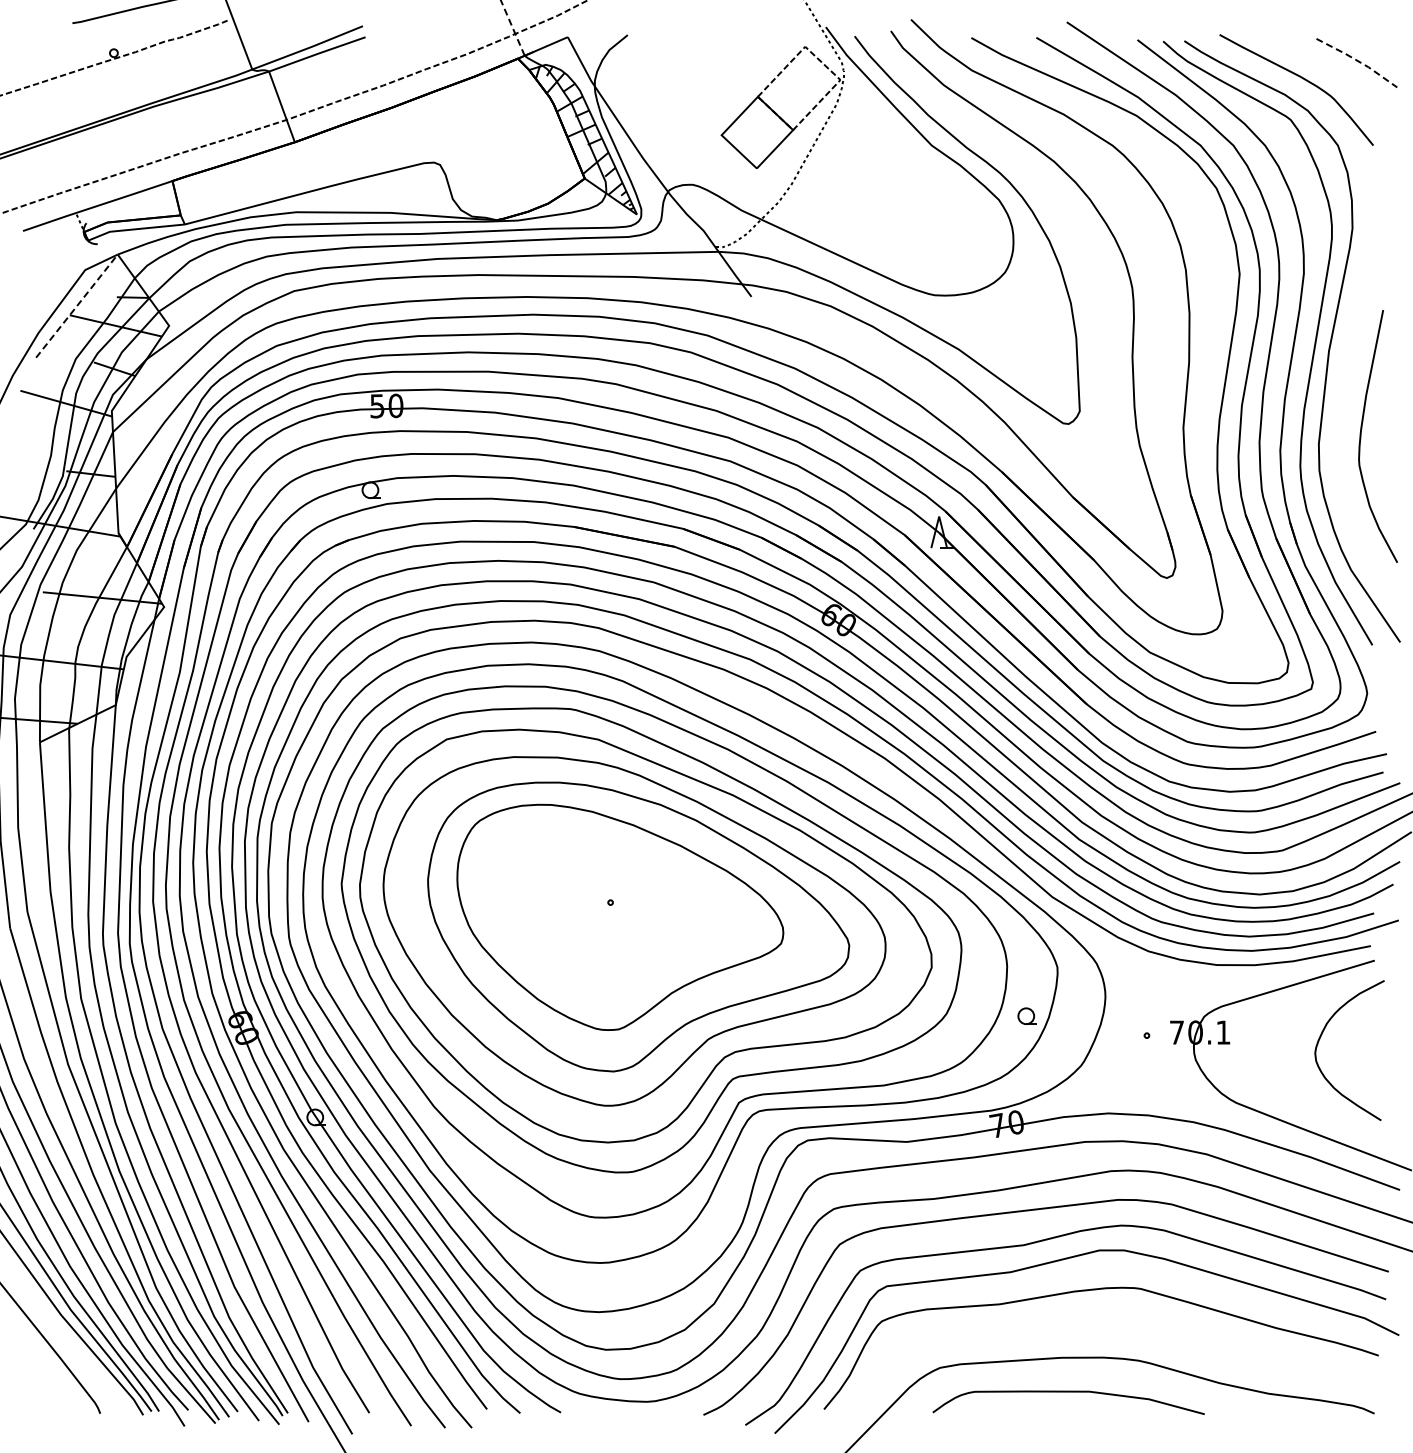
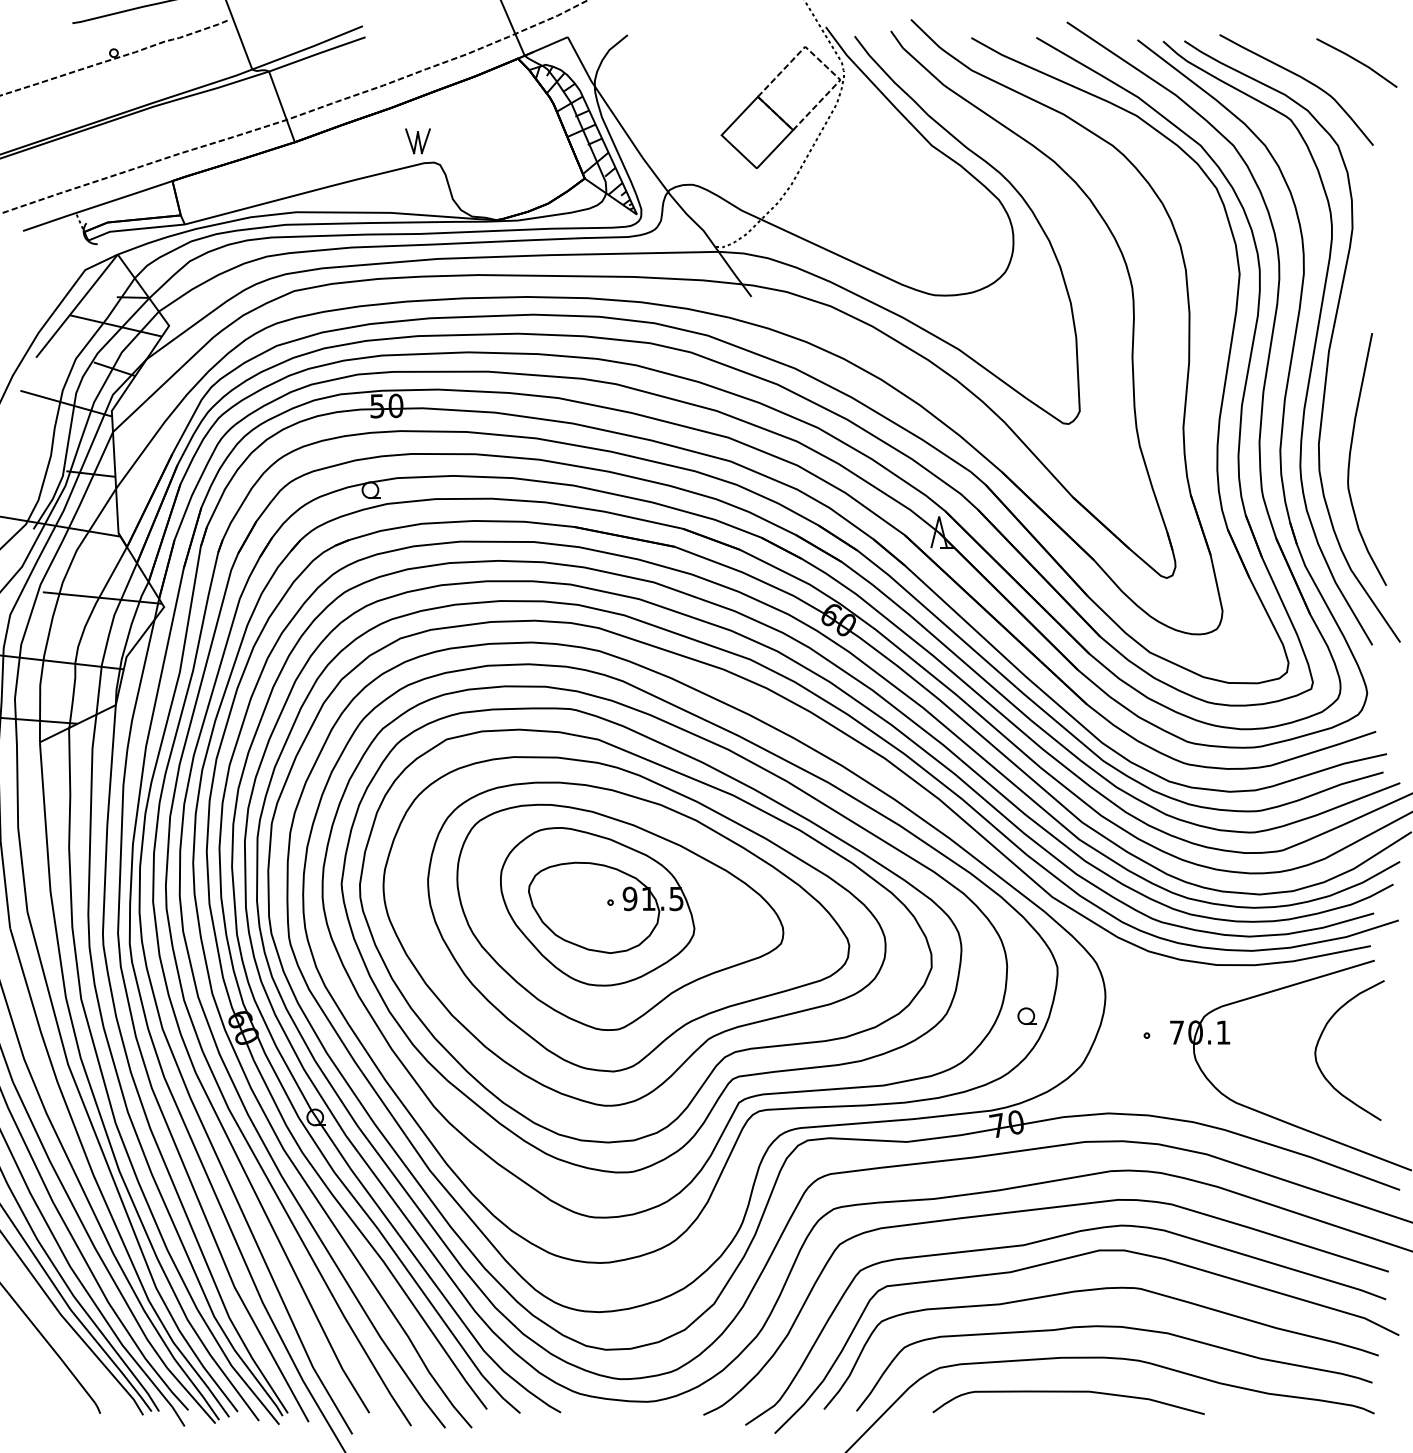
line at (512, 27): dashed -> solid
line at (1358, 61): dashed -> solid
part at (417, 141): none -> present
line at (77, 305): dashed -> solid
curve at (1361, 436) position: (1361, 436) -> (1350, 459)
part at (597, 906): none -> present
curve at (1114, 1327): none -> present
